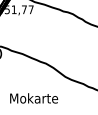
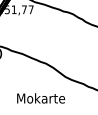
text at (34, 98) position: (34, 98) -> (41, 98)
